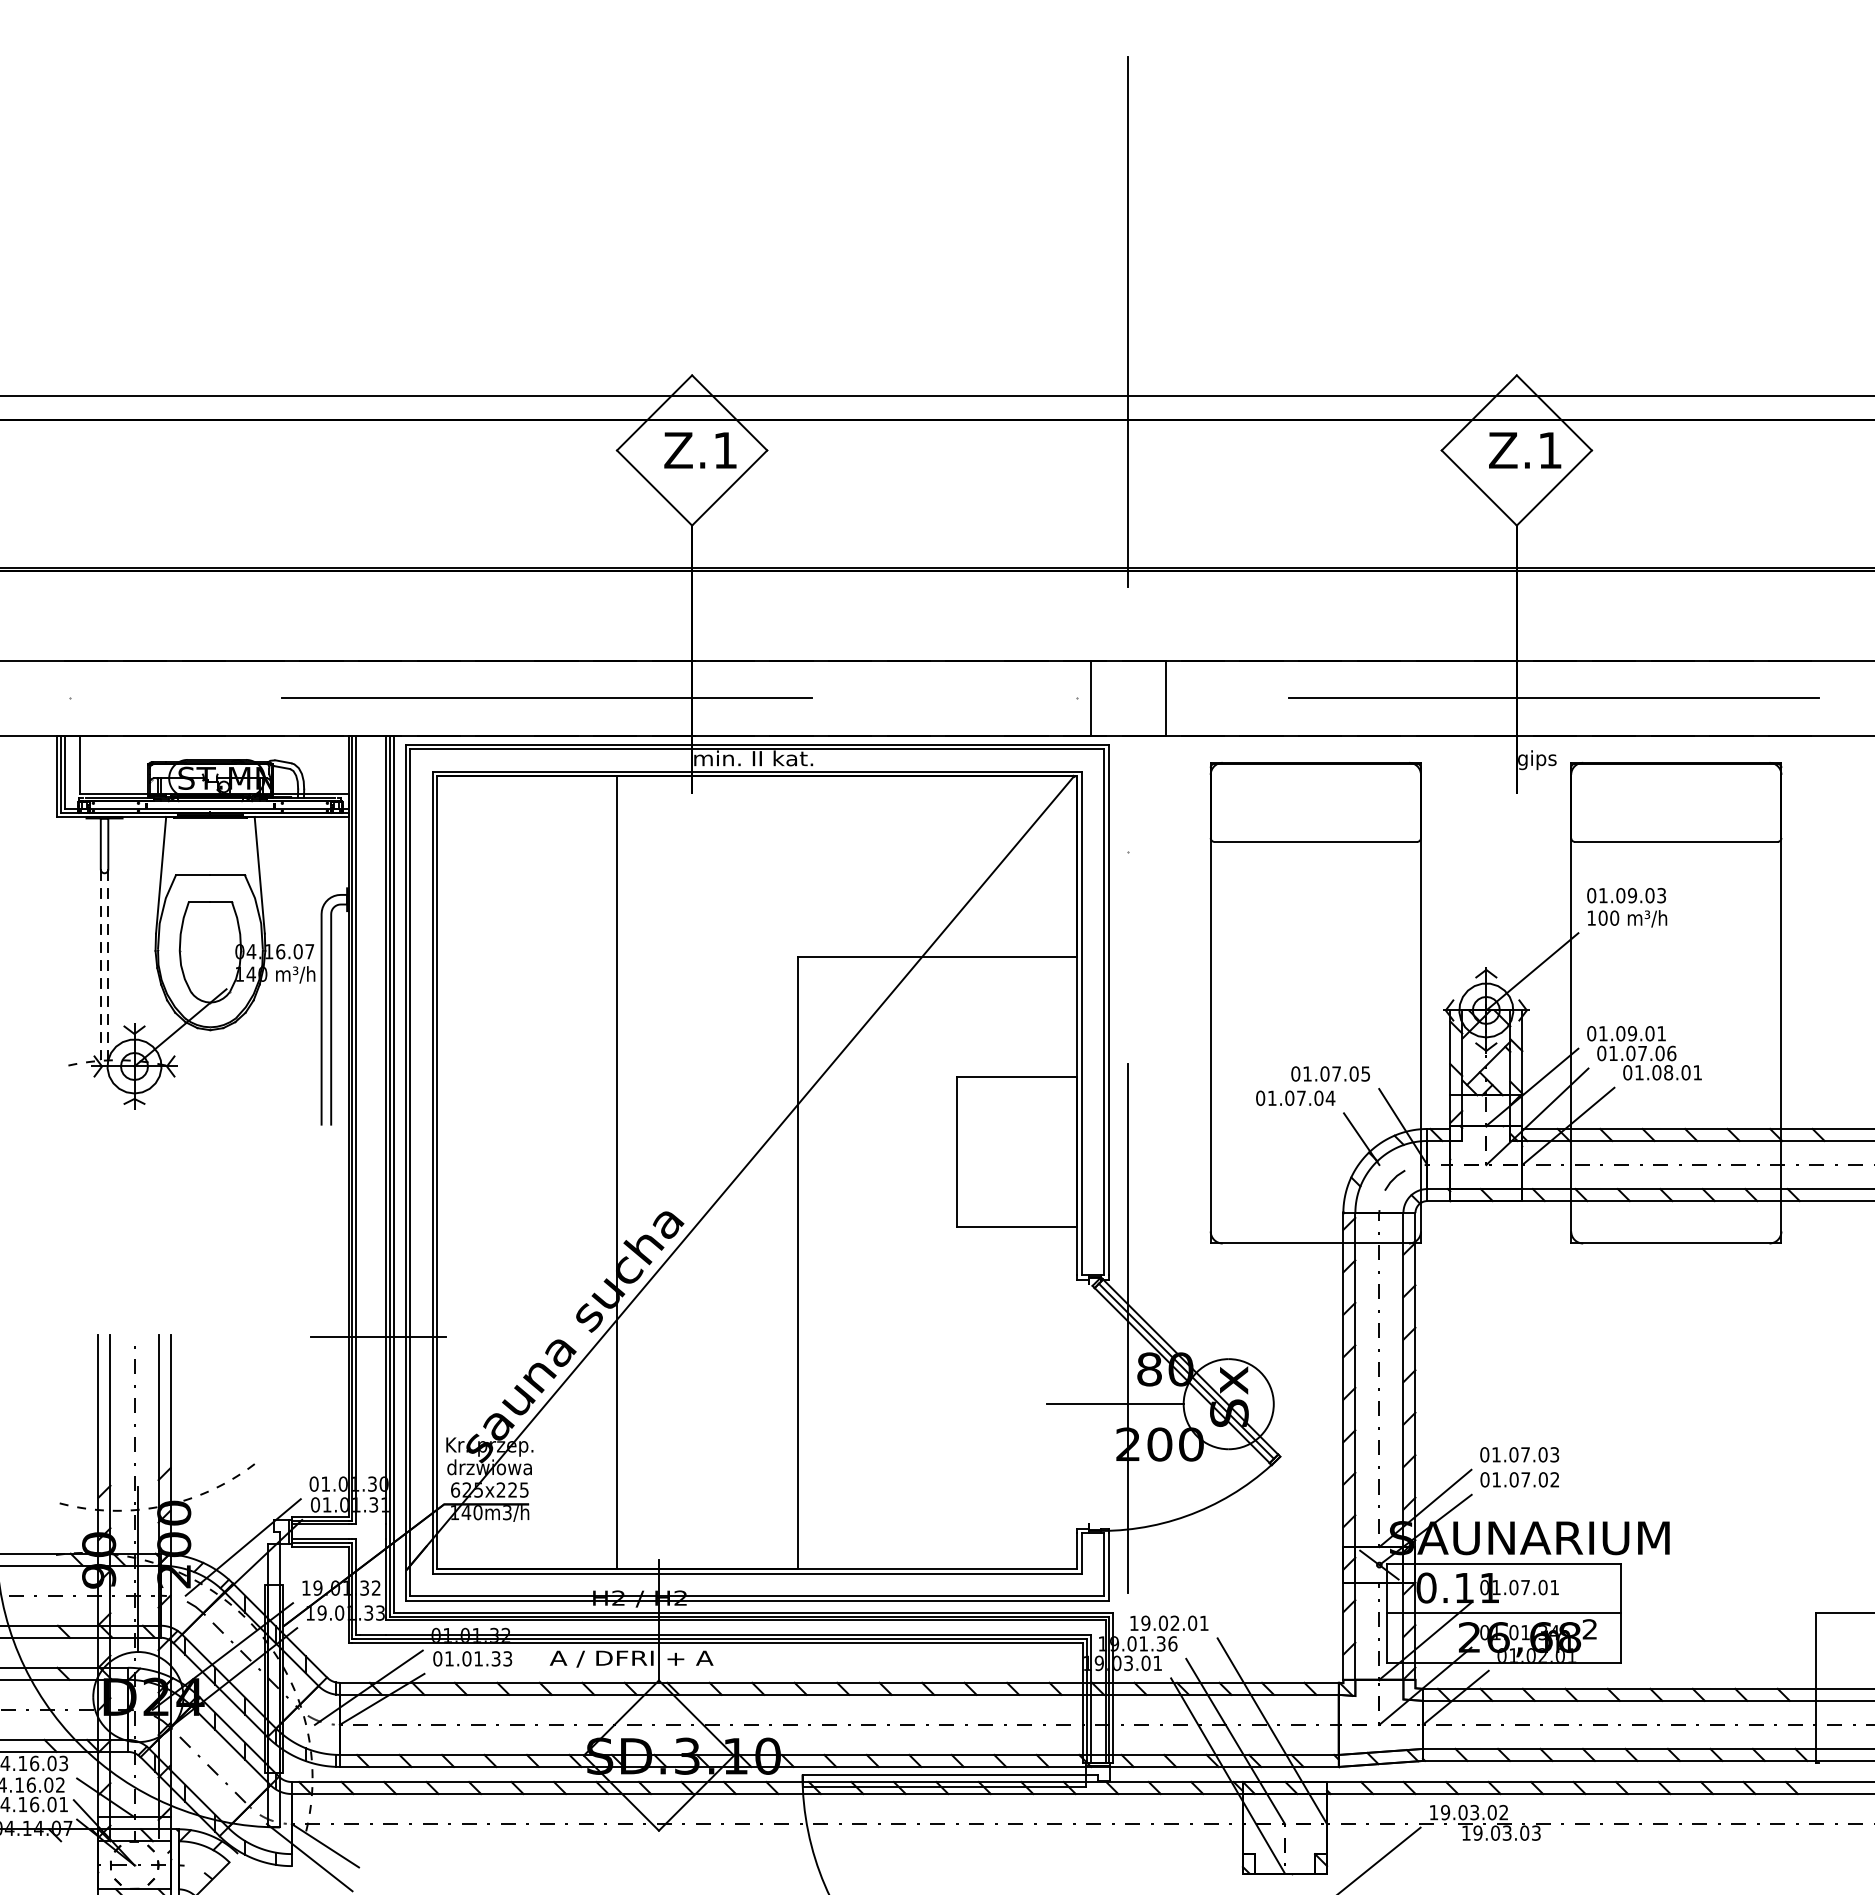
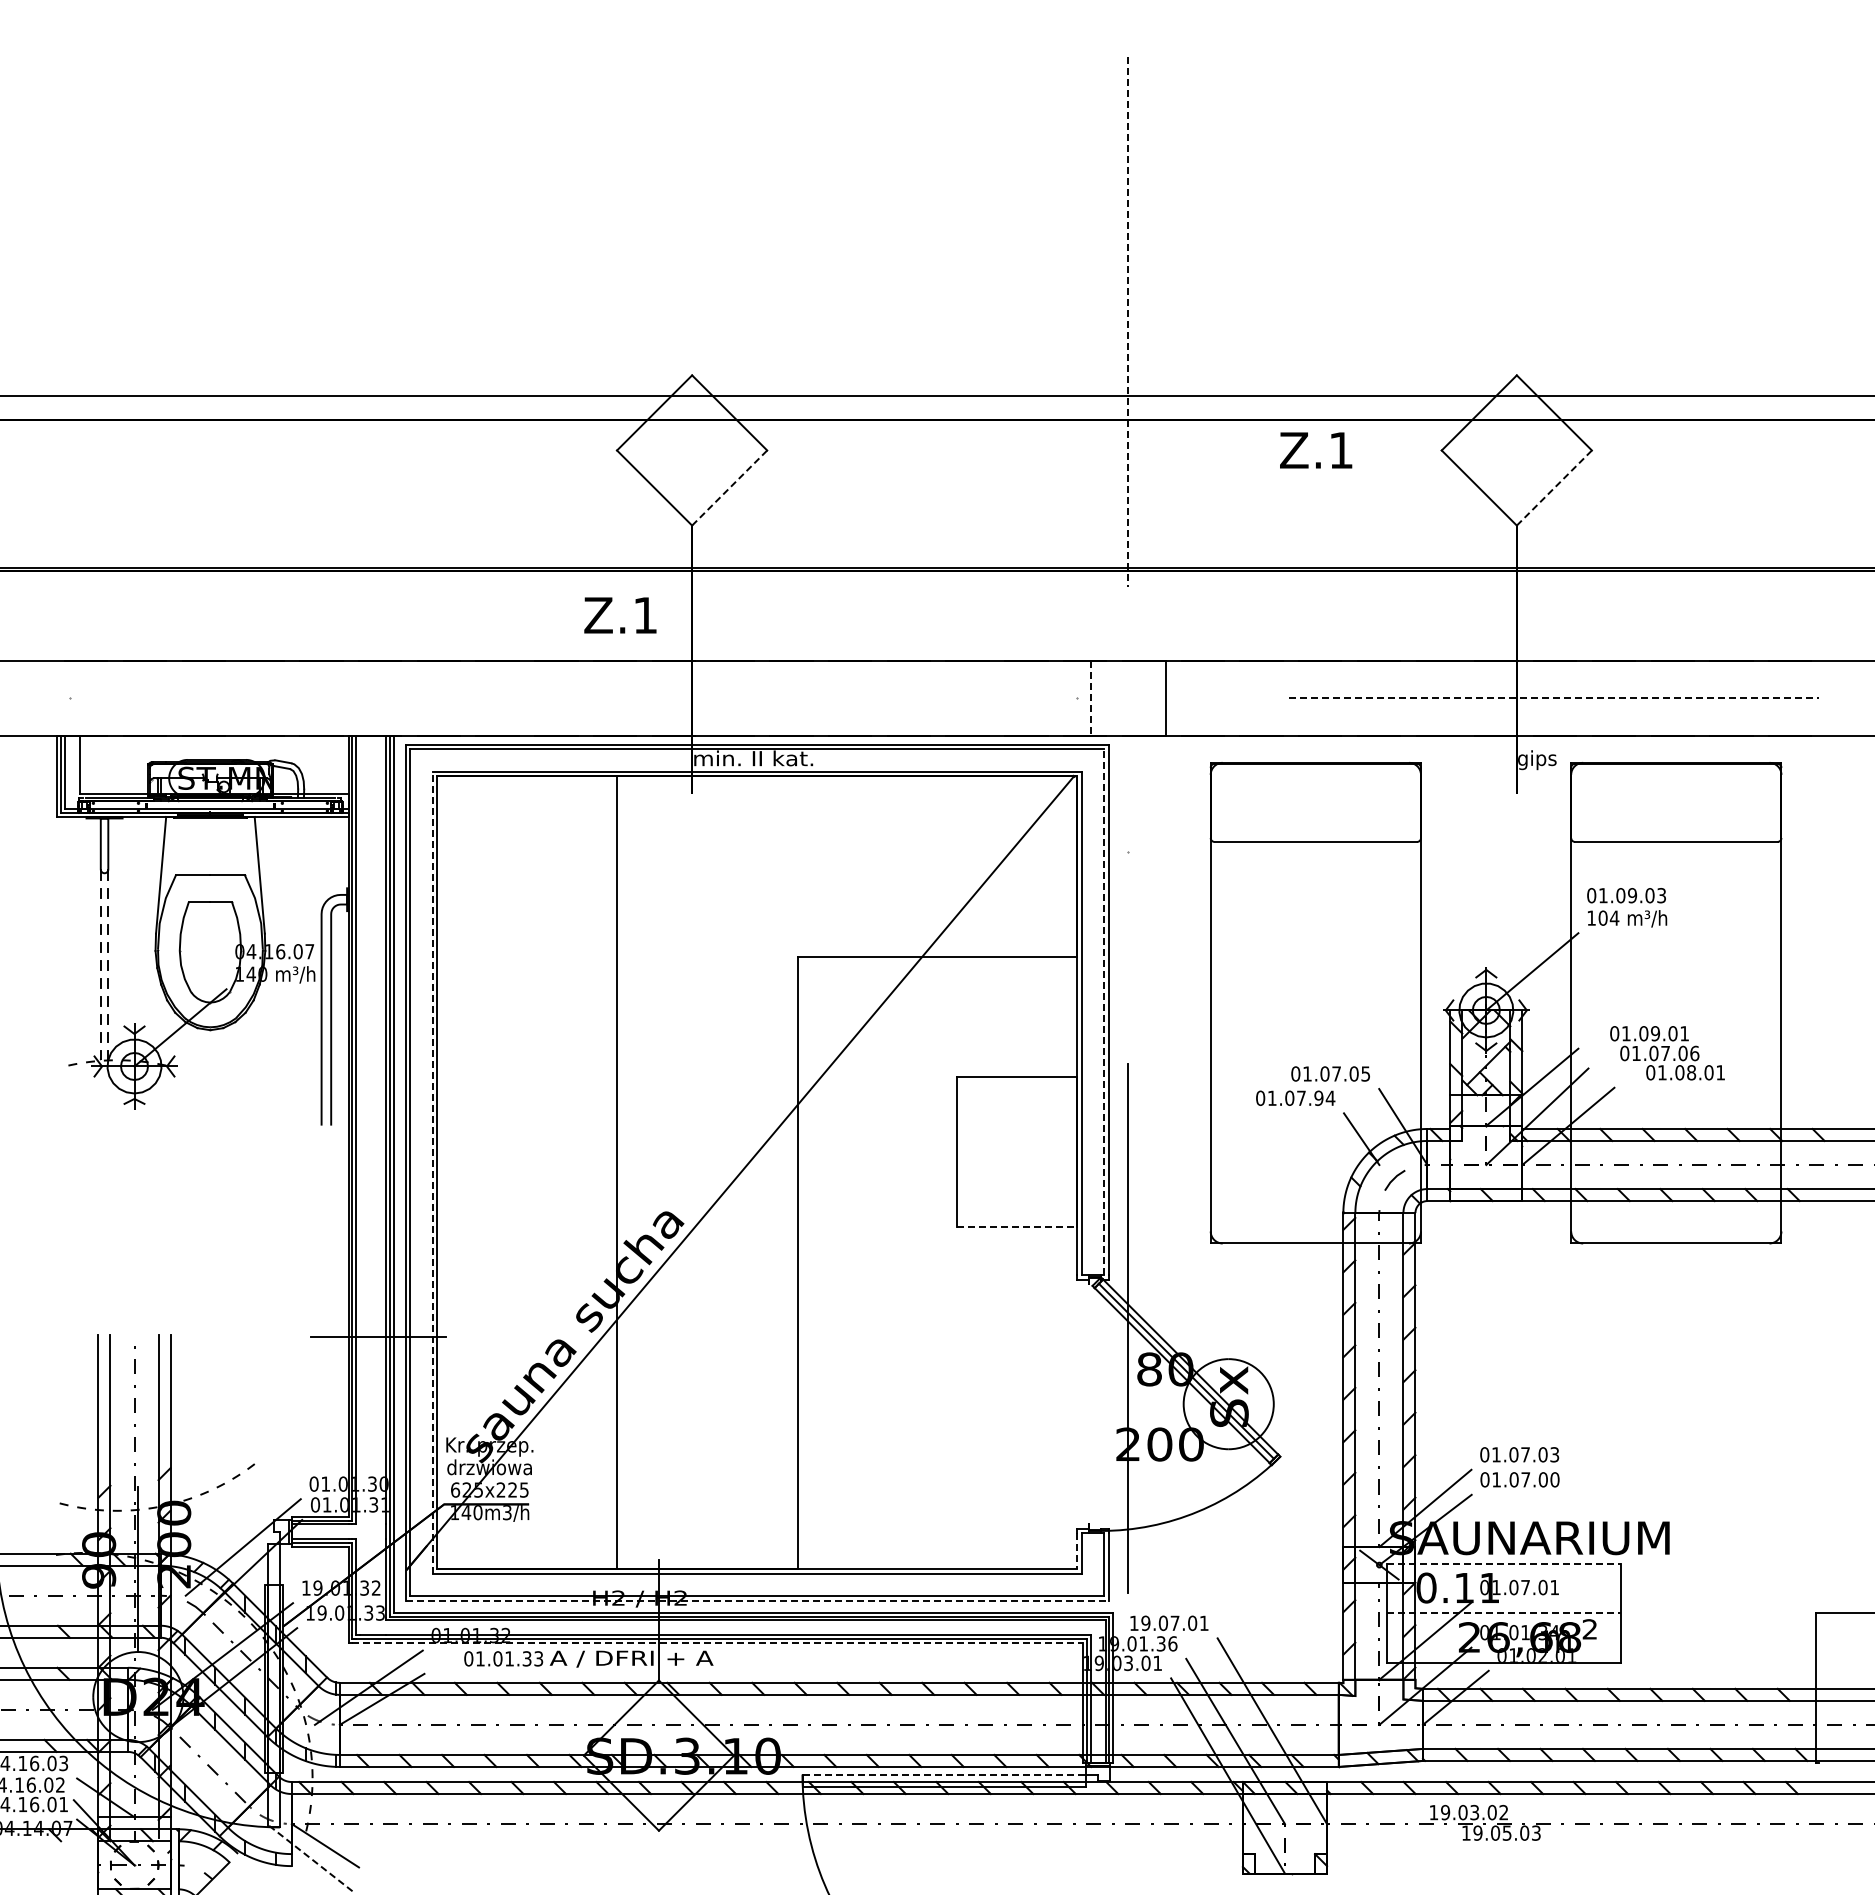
line at (1128, 321): solid -> dashed
text at (700, 450) position: (700, 450) -> (620, 615)
text at (1525, 450) position: (1525, 450) -> (1316, 450)
line at (730, 487): solid -> dashed
line at (1554, 487): solid -> dashed
line at (547, 698): present -> none
line at (1090, 698): solid -> dashed
line at (1554, 698): solid -> dashed
text at (1614, 917): 100 -> 104
line at (1104, 1012): solid -> dashed
text at (1644, 1053) position: (1644, 1053) -> (1667, 1053)
text at (1318, 1097): 01.07.04 -> 01.07.94
line at (432, 1172): solid -> dashed
line at (1017, 1226): solid -> dashed
line at (1115, 1404): present -> none
text at (1554, 1479): 01.07.02 -> 01.07.00
line at (1077, 1551): solid -> dashed
line at (1503, 1563): solid -> dashed
line at (757, 1600): solid -> dashed
line at (1503, 1613): solid -> dashed
text at (1174, 1622): 19.02.01 -> 19.07.01
line at (718, 1643): solid -> dashed
text at (472, 1658) position: (472, 1658) -> (503, 1658)
line at (944, 1774): solid -> dashed
text at (1507, 1832): 19.03.03 -> 19.05.03
line at (309, 1857): solid -> dashed
line at (1380, 1859): present -> none
